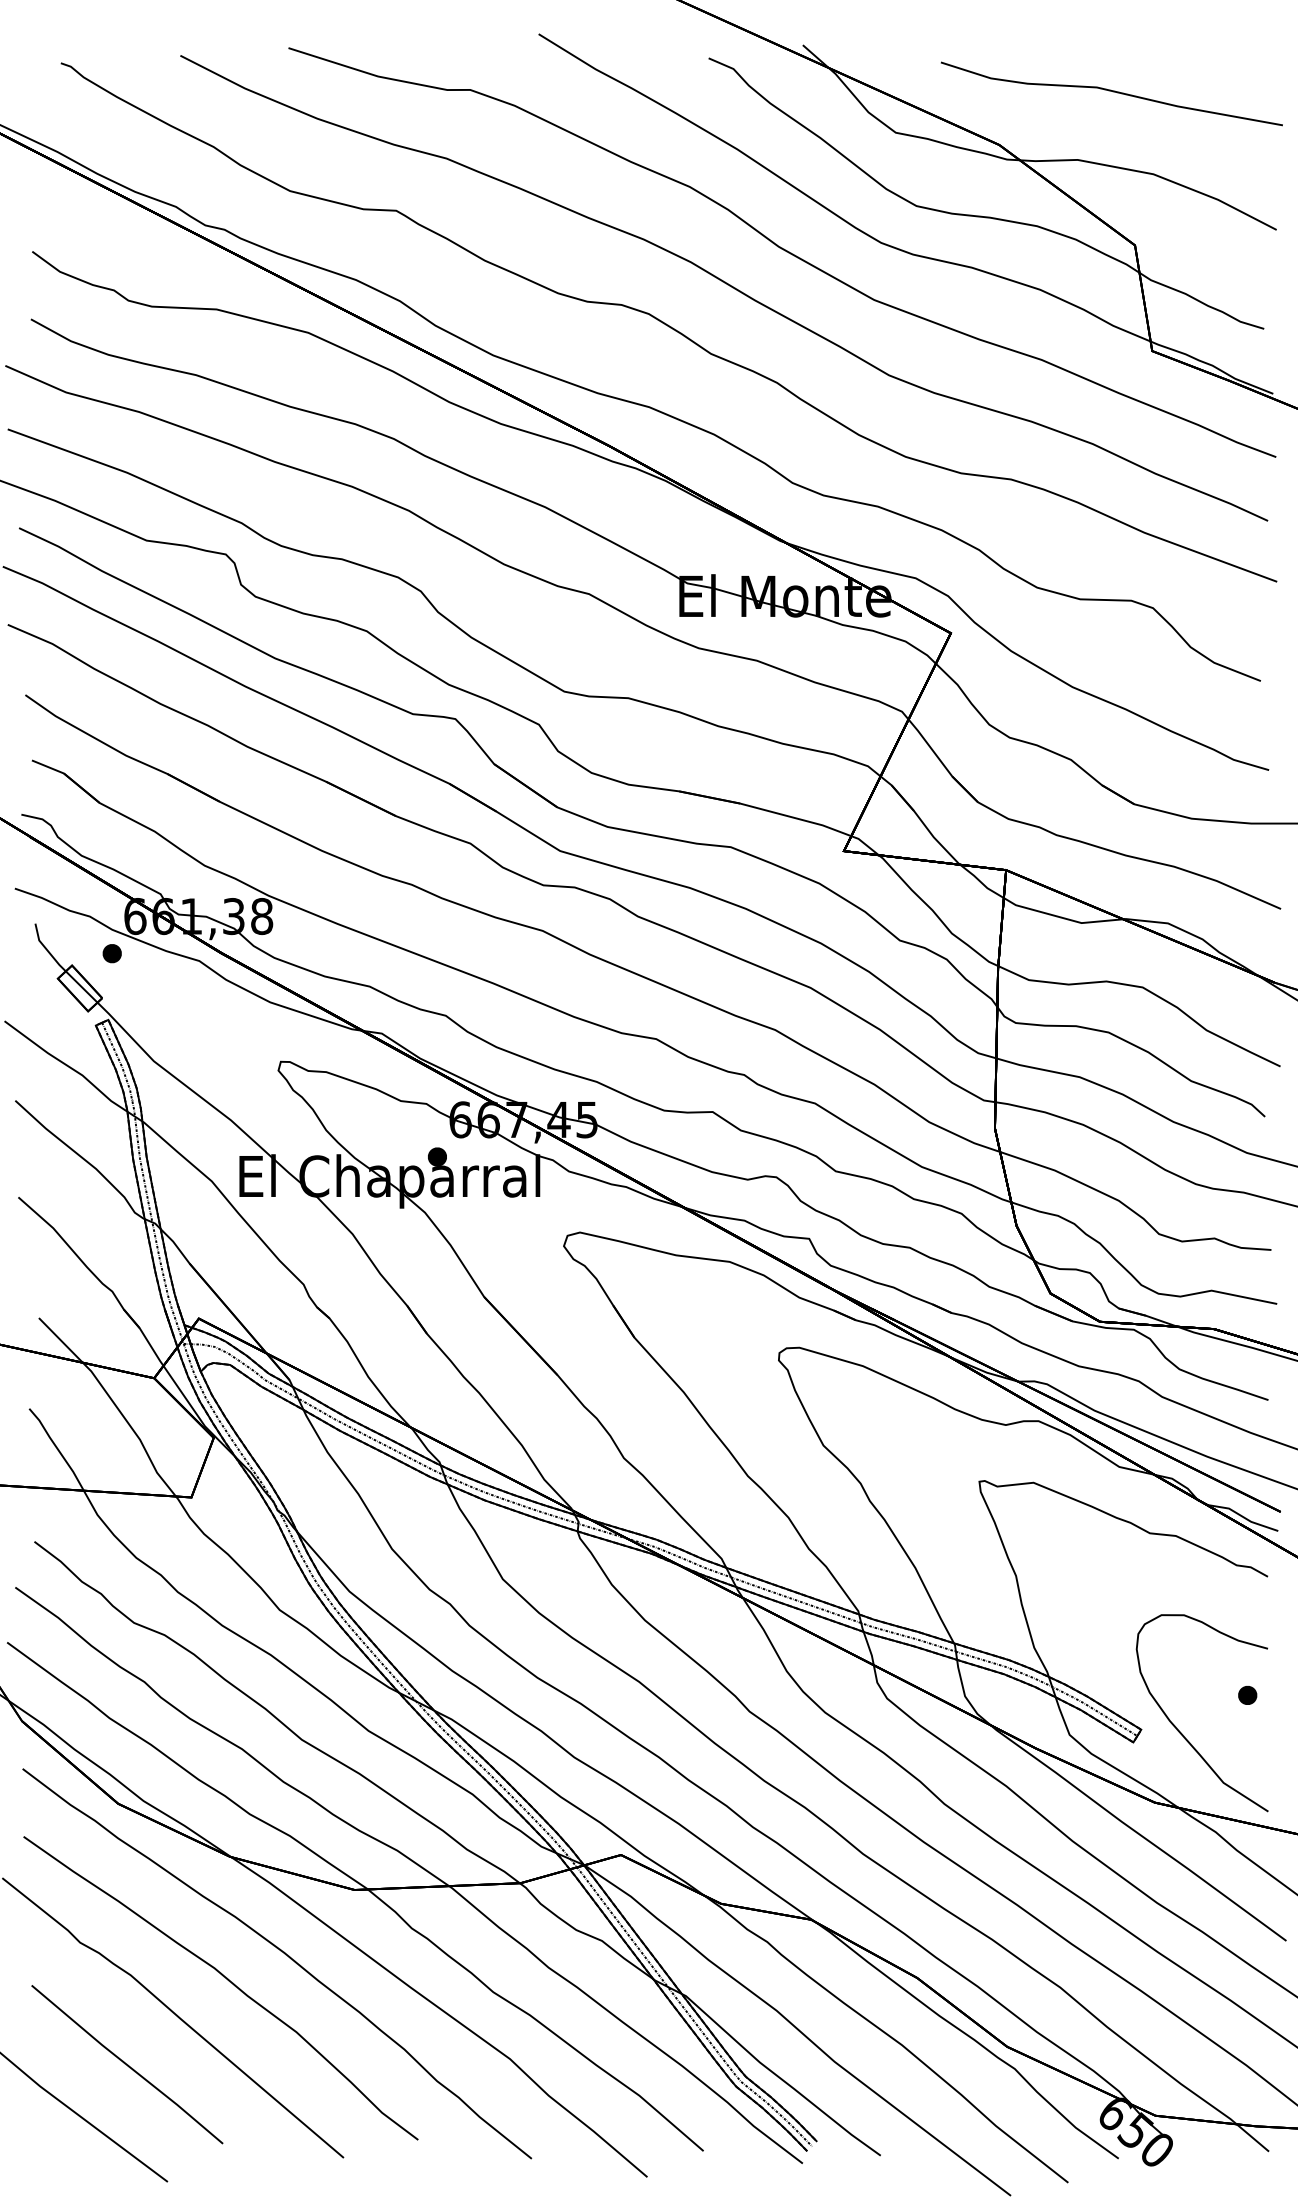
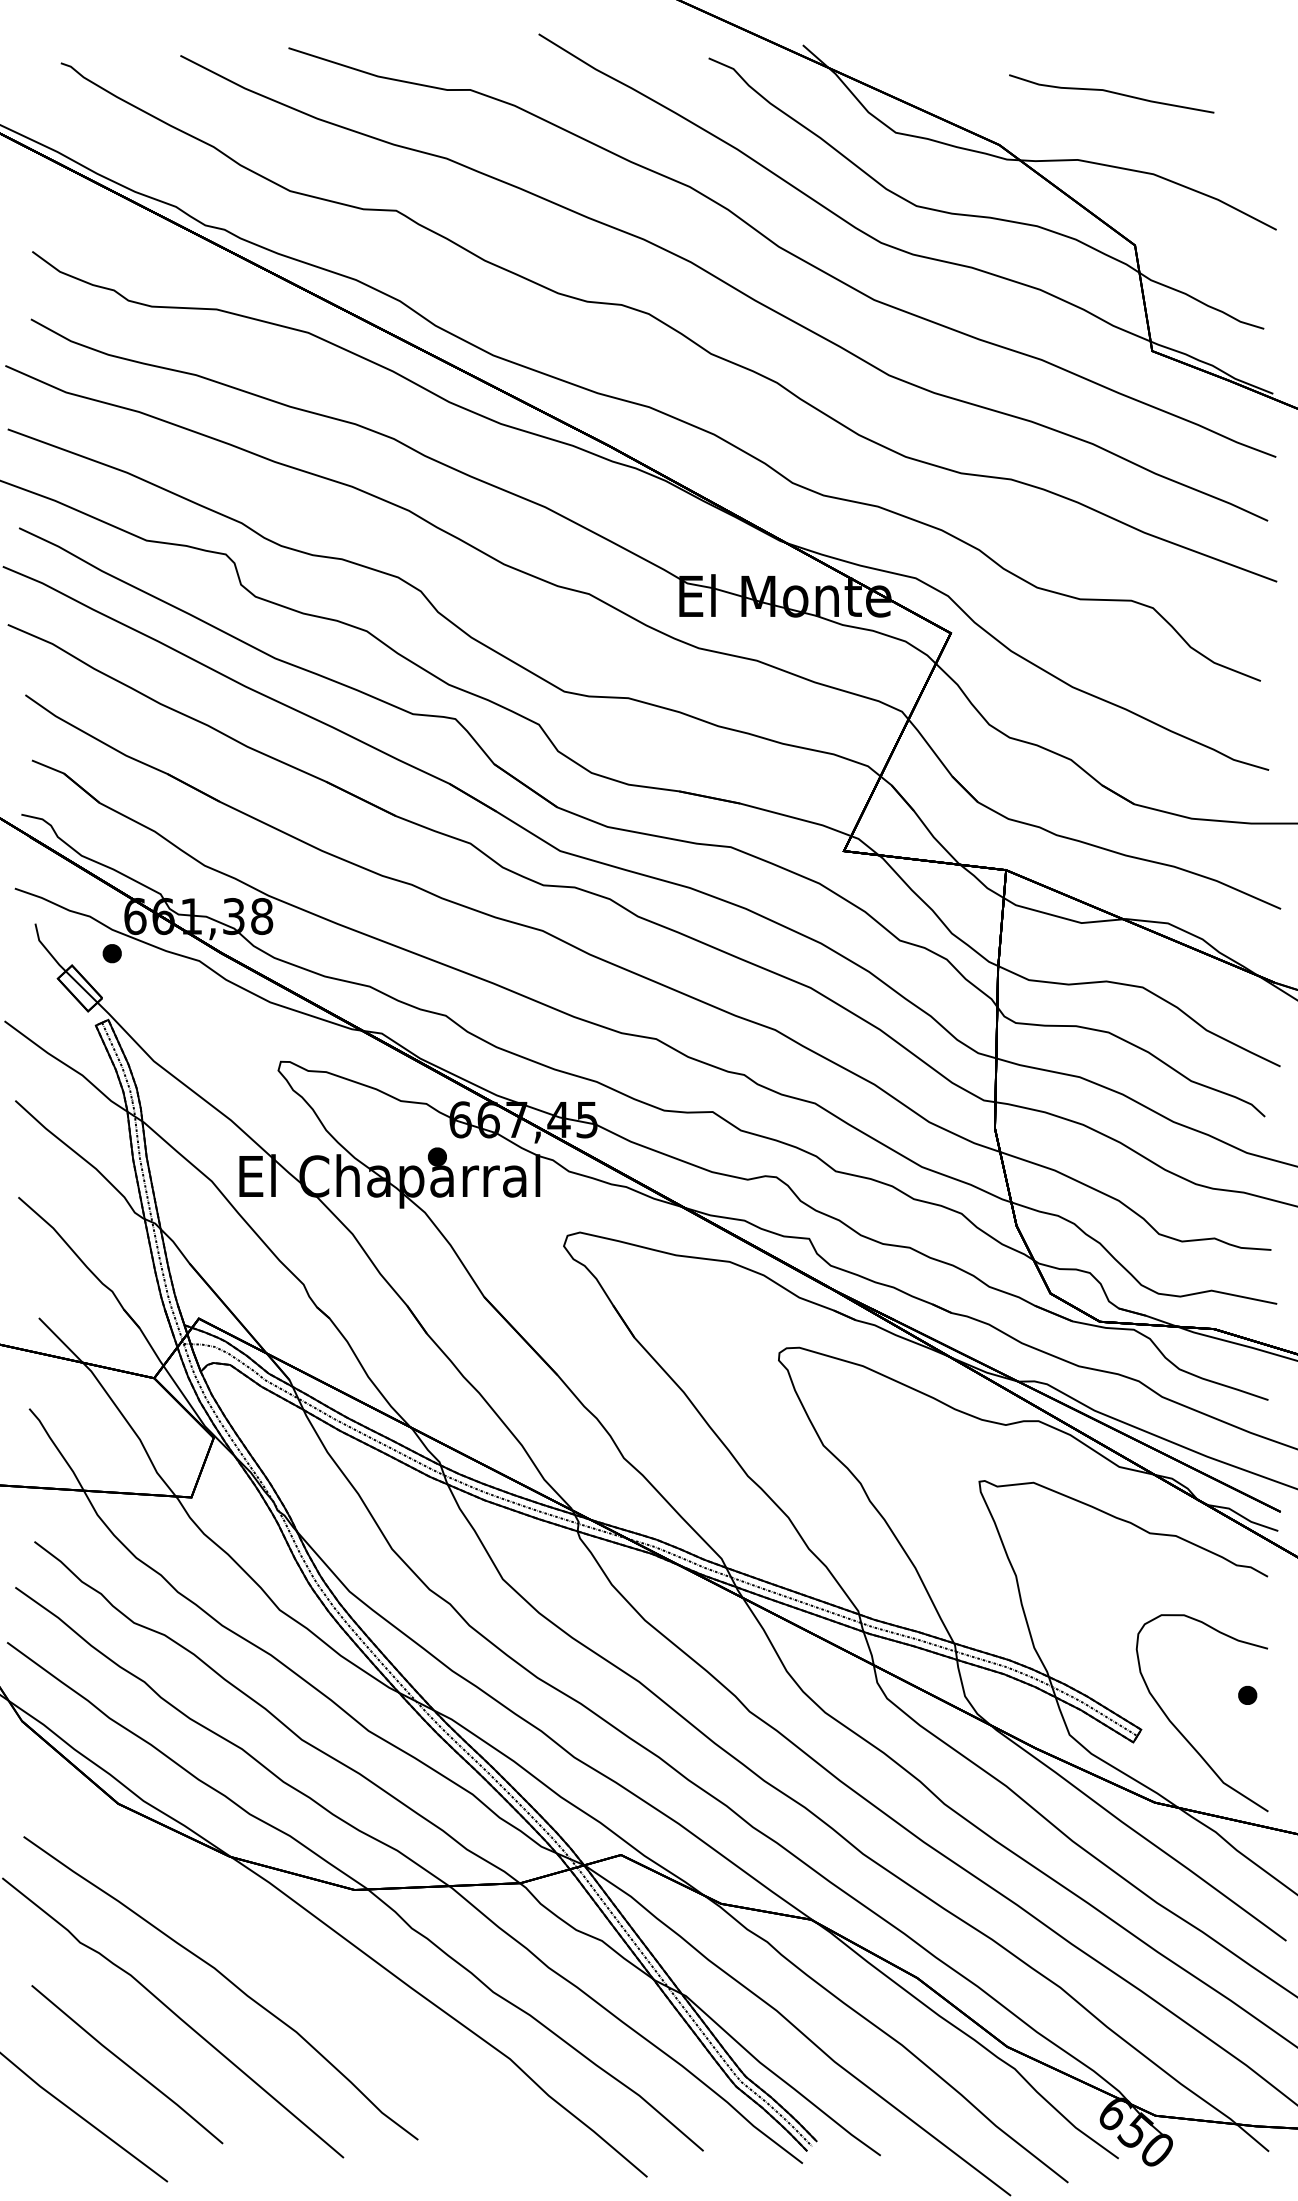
part at (1111, 93) size: 343x66 px -> 206x40 px
curve at (285, 1955): present -> none
